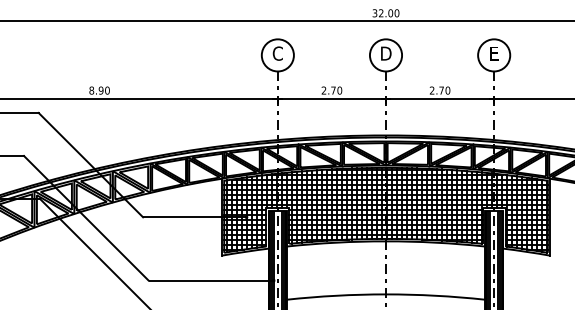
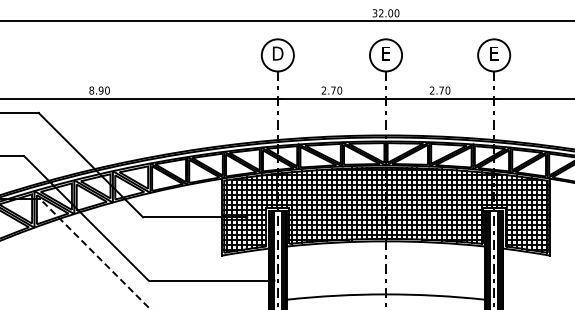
text at (278, 53): C -> D
text at (386, 53): D -> E
line at (95, 254): solid -> dashed
